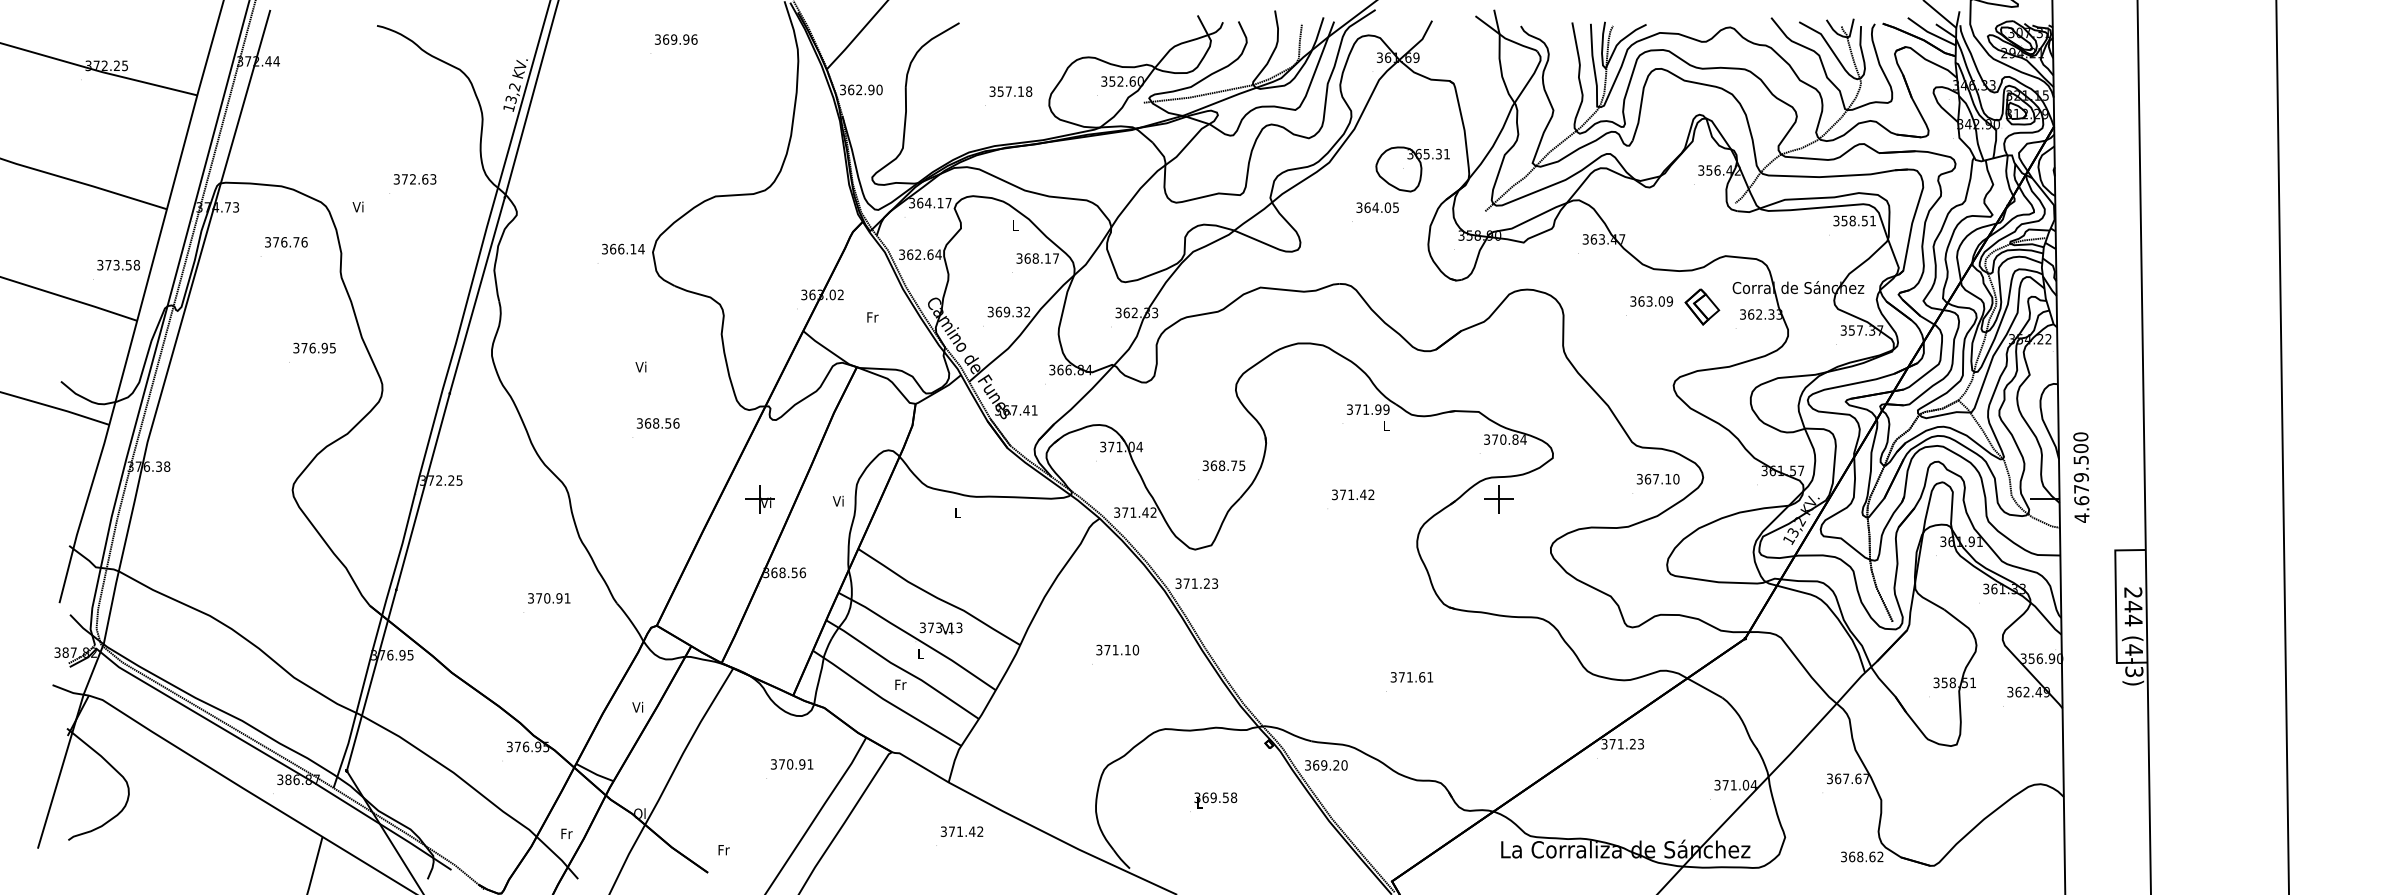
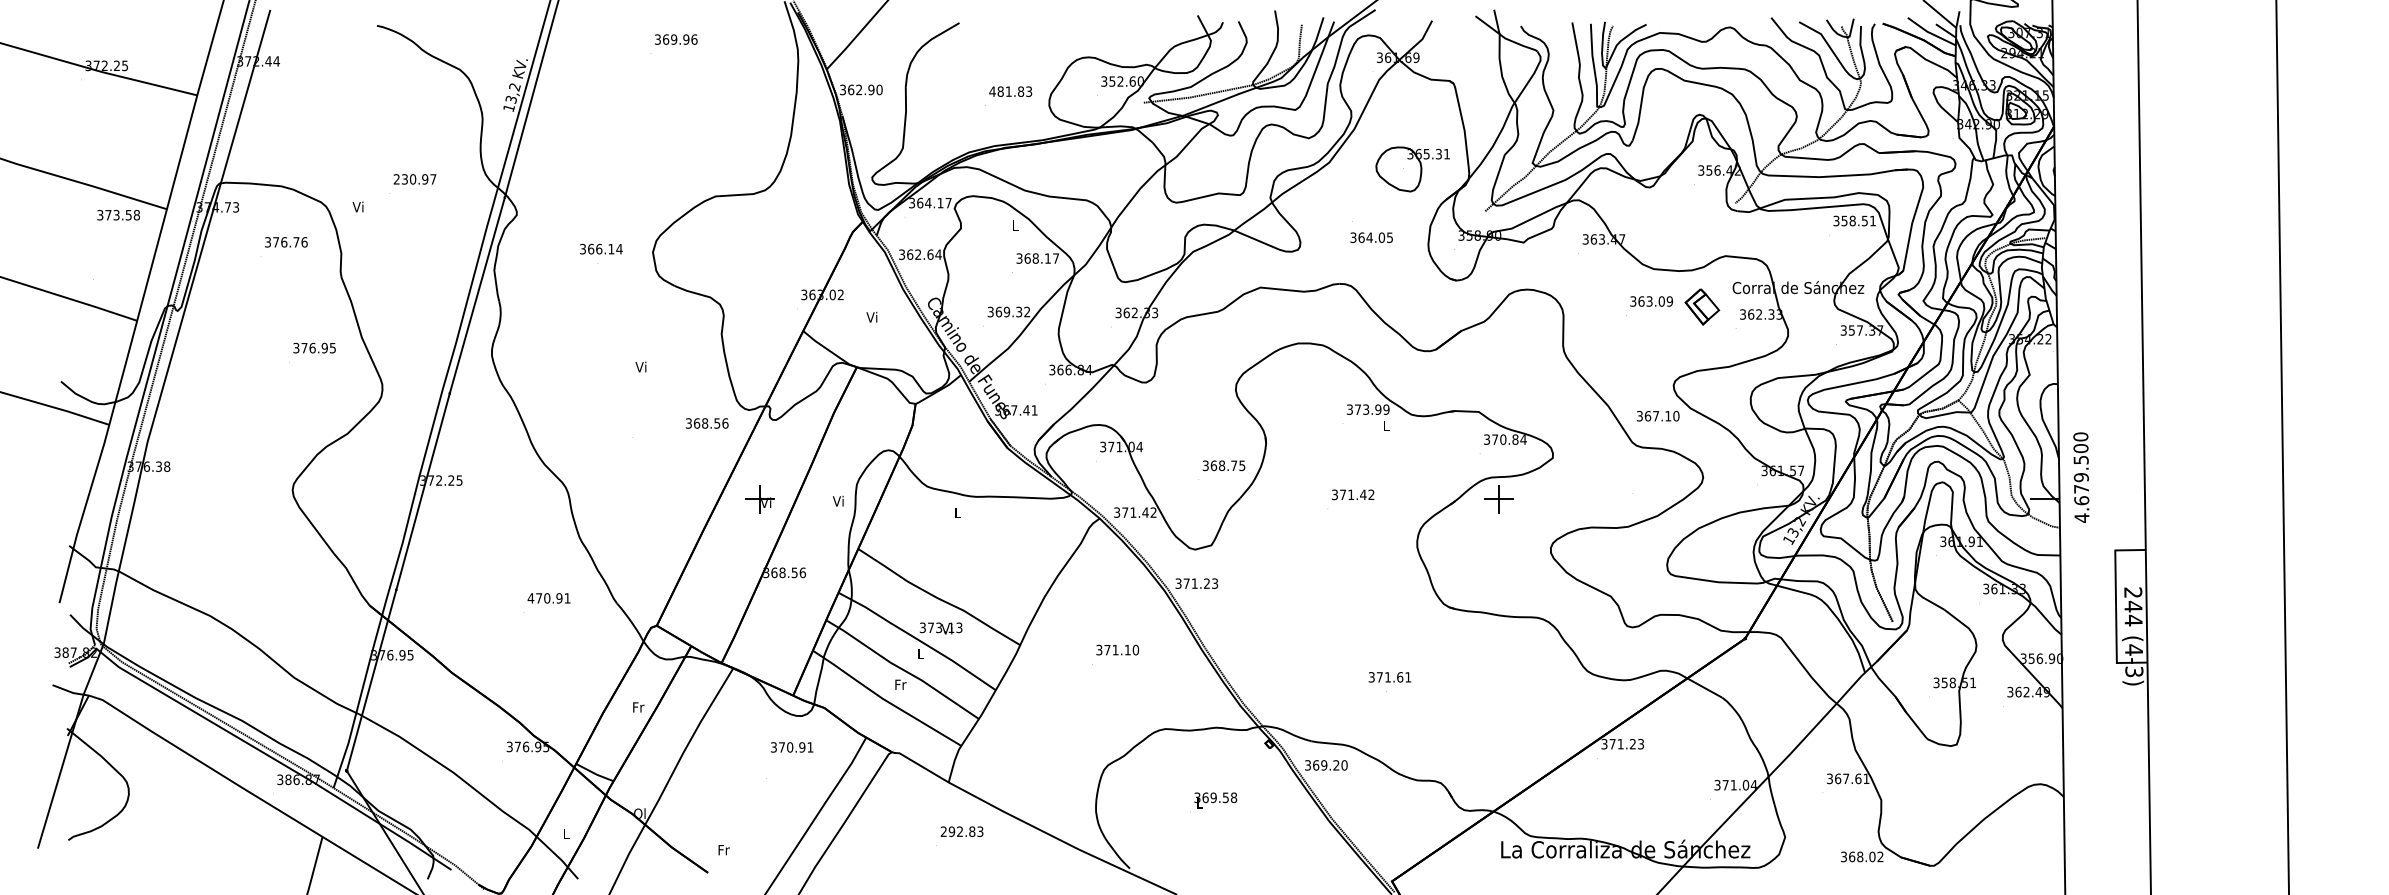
text at (1010, 91): 357.18 -> 481.83
text at (414, 179): 372.63 -> 230.97
text at (1377, 207) position: (1377, 207) -> (1371, 237)
text at (623, 248) position: (623, 248) -> (601, 248)
text at (118, 265) position: (118, 265) -> (118, 215)
text at (872, 316): Fr -> Vi
text at (1366, 409): 371.99 -> 373.99
text at (657, 423) position: (657, 423) -> (706, 423)
text at (1657, 479) position: (1657, 479) -> (1657, 416)
text at (530, 598): 370.91 -> 470.91
text at (1411, 677) position: (1411, 677) -> (1389, 677)
text at (638, 706): Vi -> Fr
text at (791, 764) position: (791, 764) -> (791, 747)
text at (1866, 778): 367.67 -> 367.61
text at (961, 831): 371.42 -> 292.83
text at (566, 833): Fr -> L
text at (1872, 856): 368.62 -> 368.02
